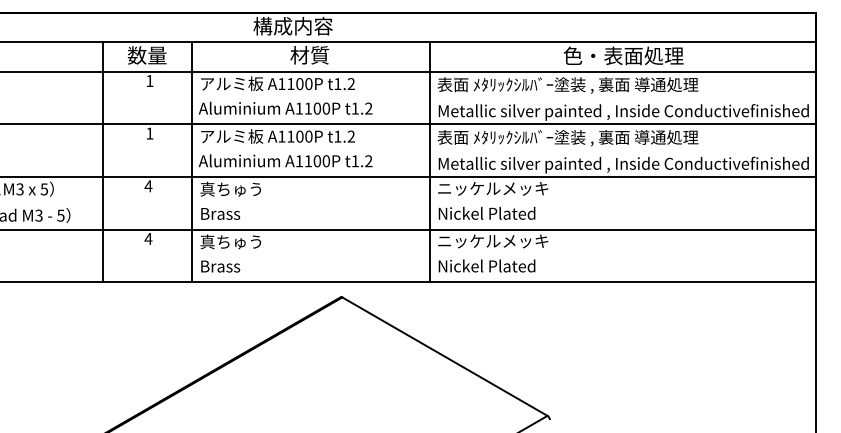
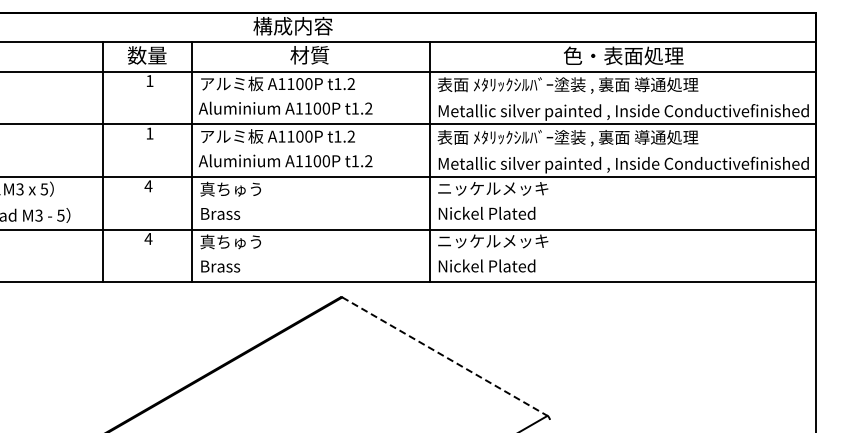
line at (445, 356): solid -> dashed
